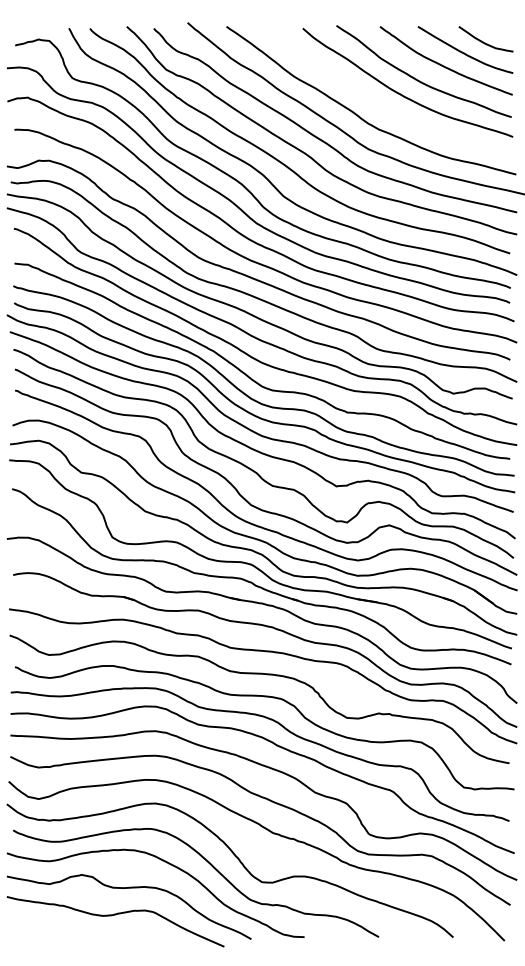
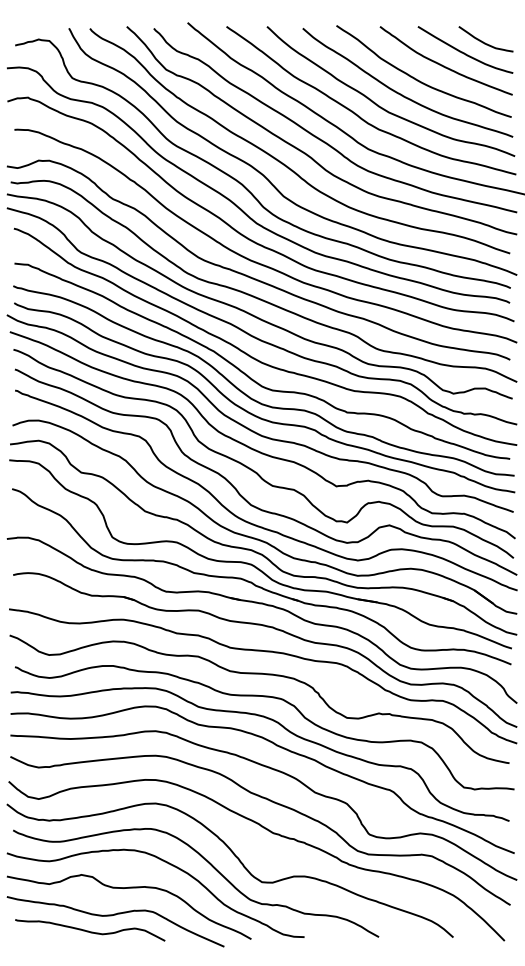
curve at (381, 106): none -> present
curve at (90, 931): none -> present
